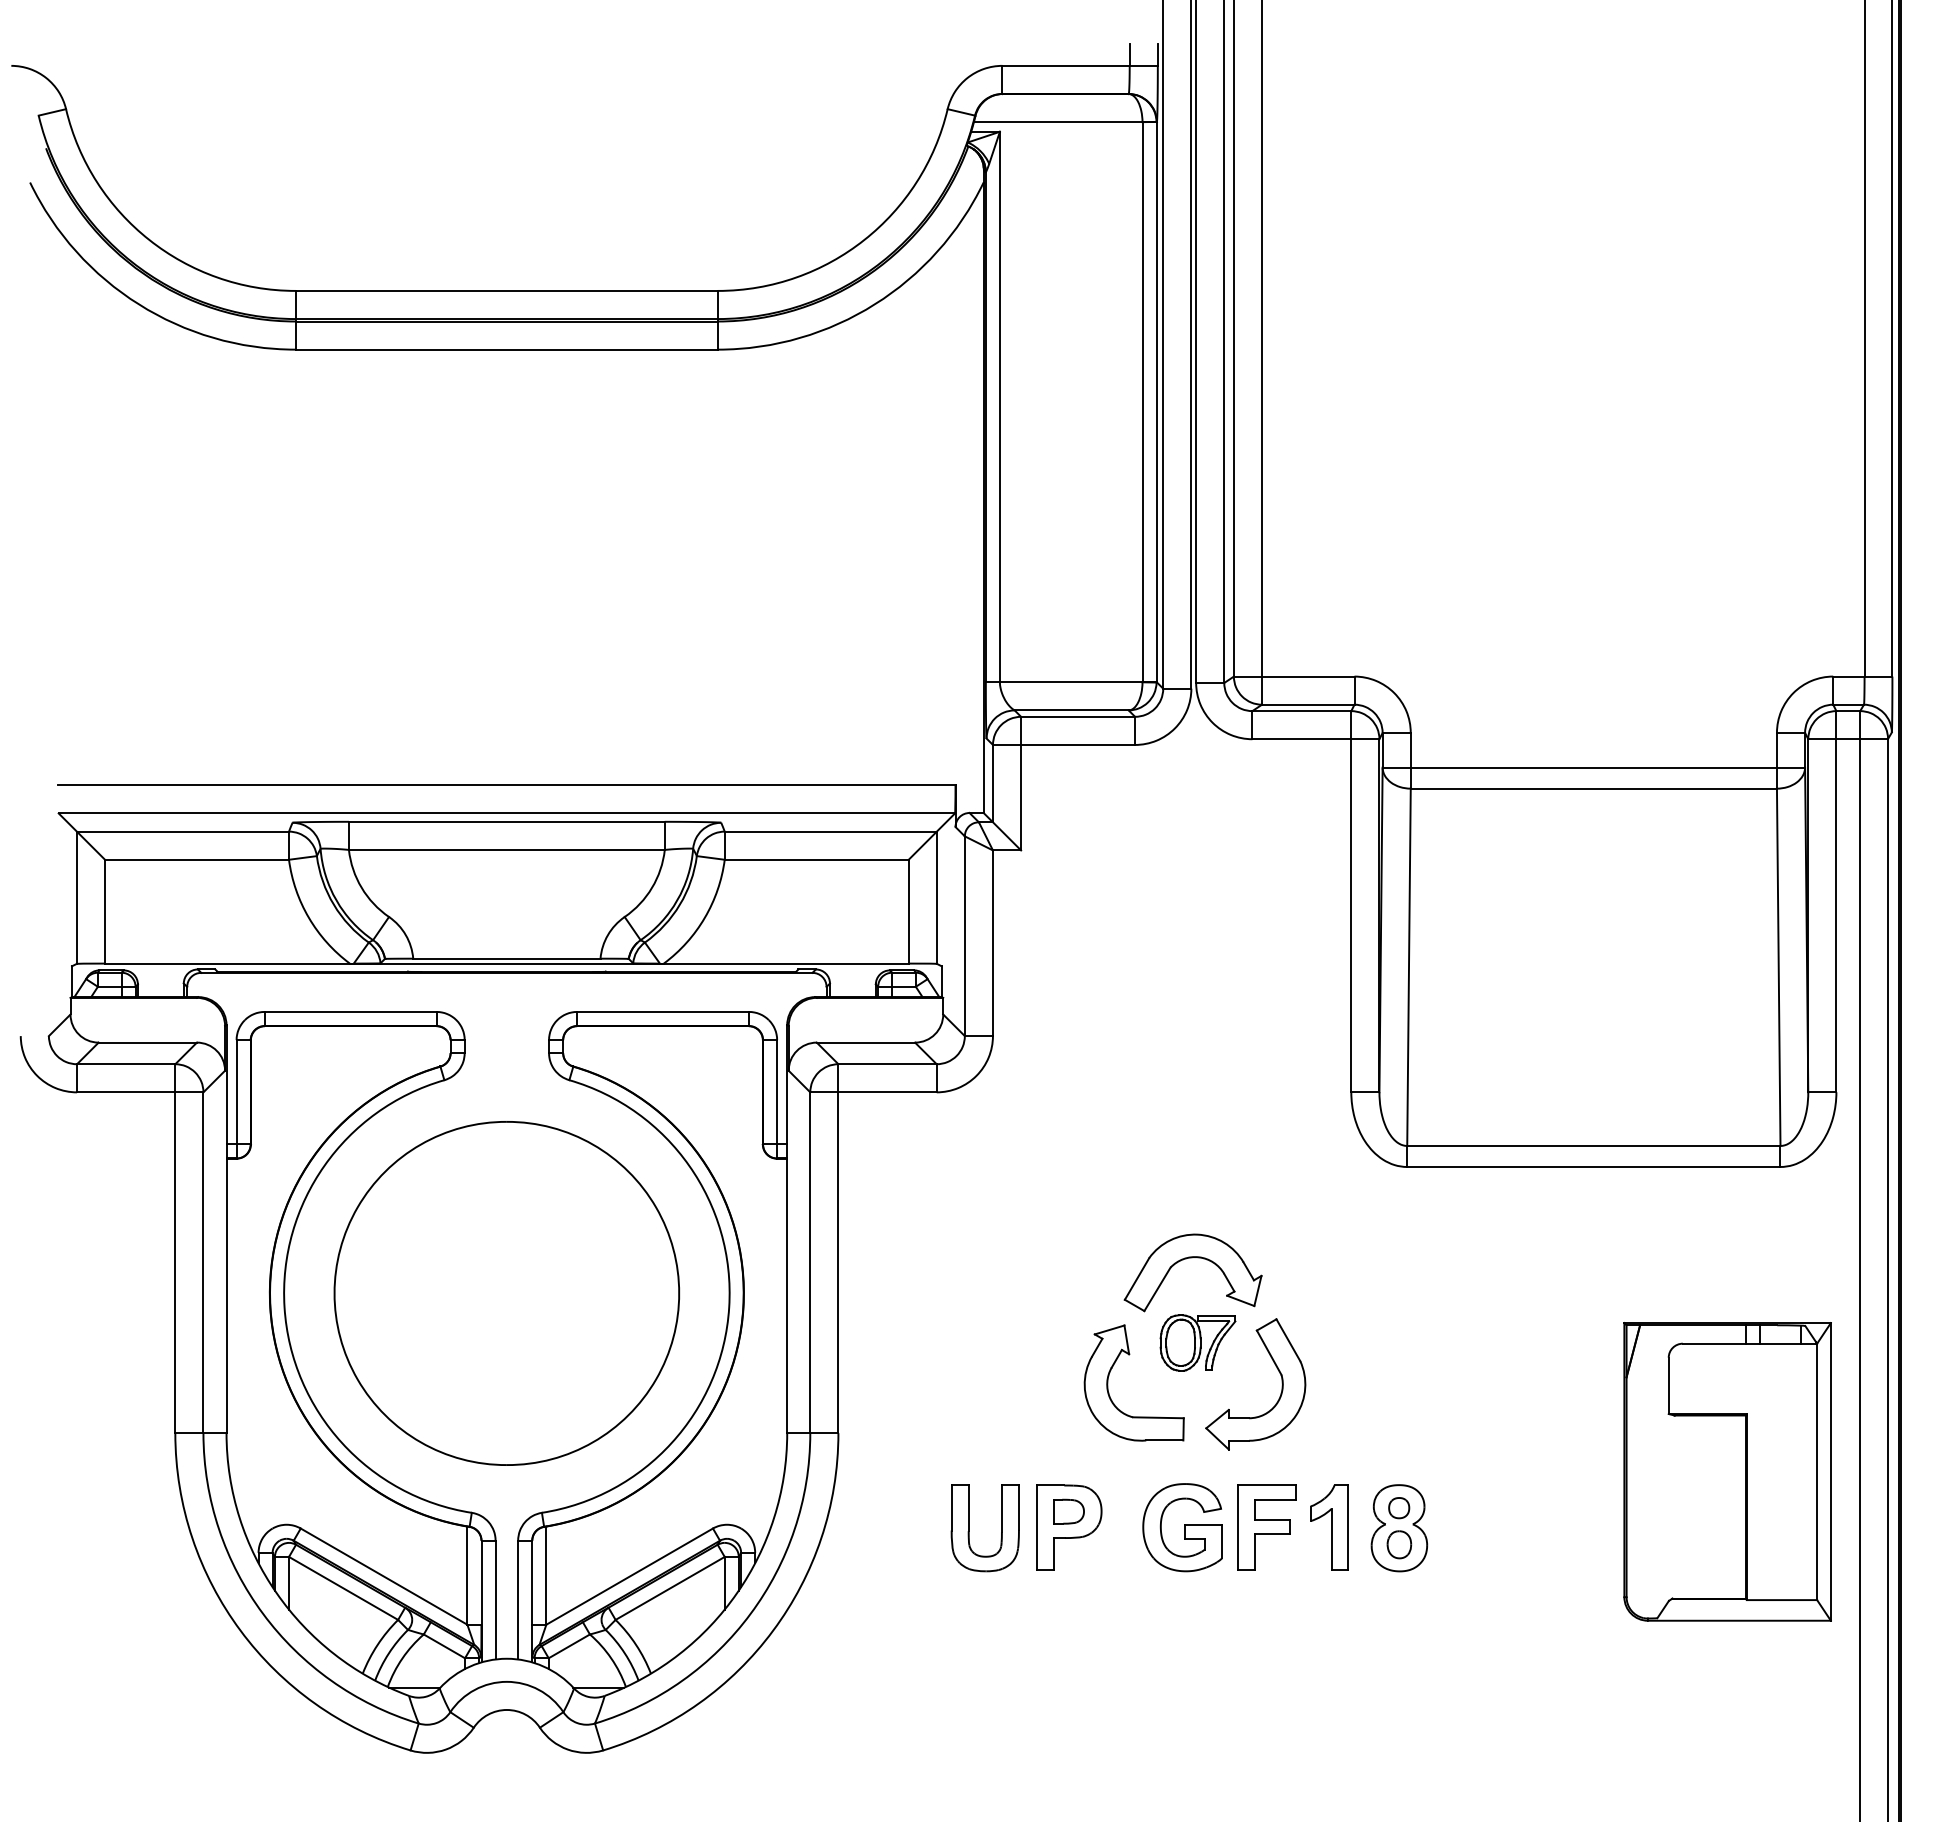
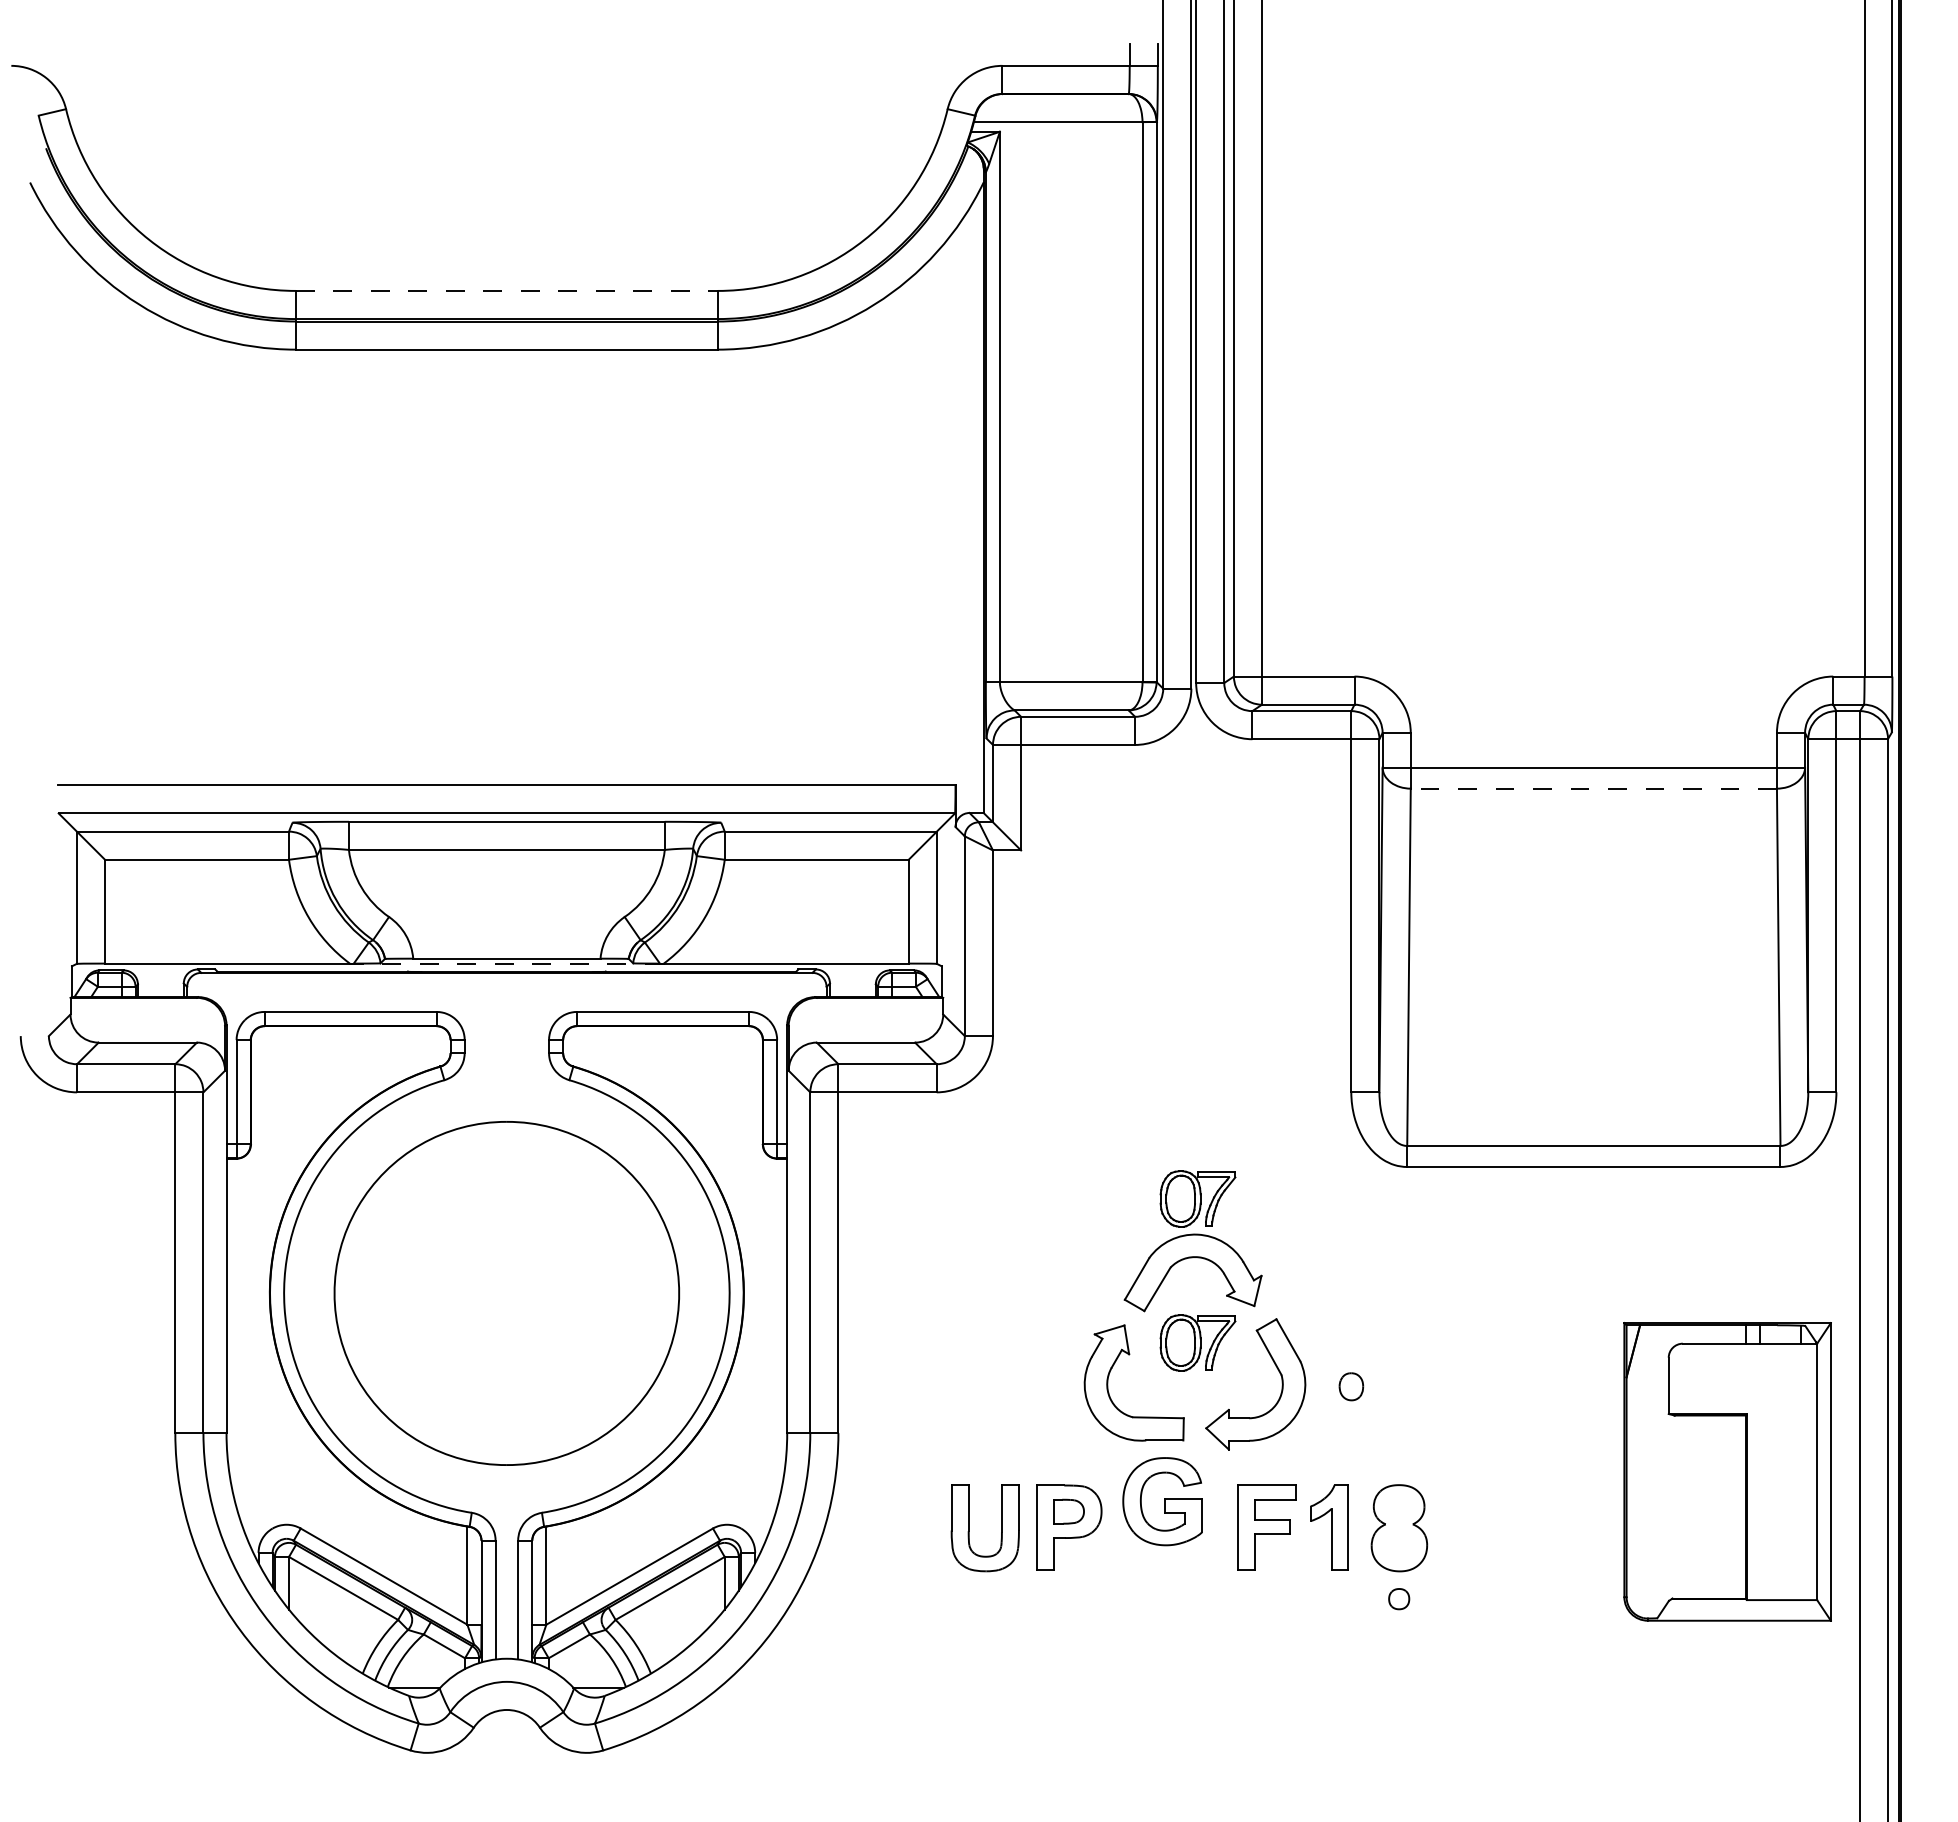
line at (506, 290): solid -> dashed
line at (1593, 788): solid -> dashed
line at (506, 963): solid -> dashed
part at (1197, 1198): none -> present
part at (1399, 1508) position: (1399, 1508) -> (1399, 1599)
part at (1182, 1527) position: (1182, 1527) -> (1162, 1501)
part at (1399, 1544) position: (1399, 1544) -> (1351, 1386)
